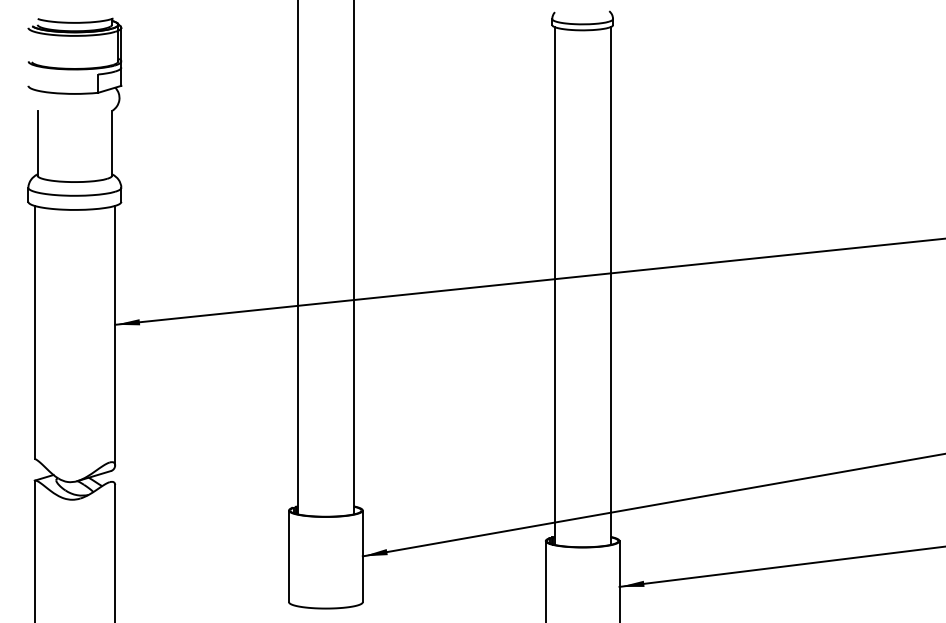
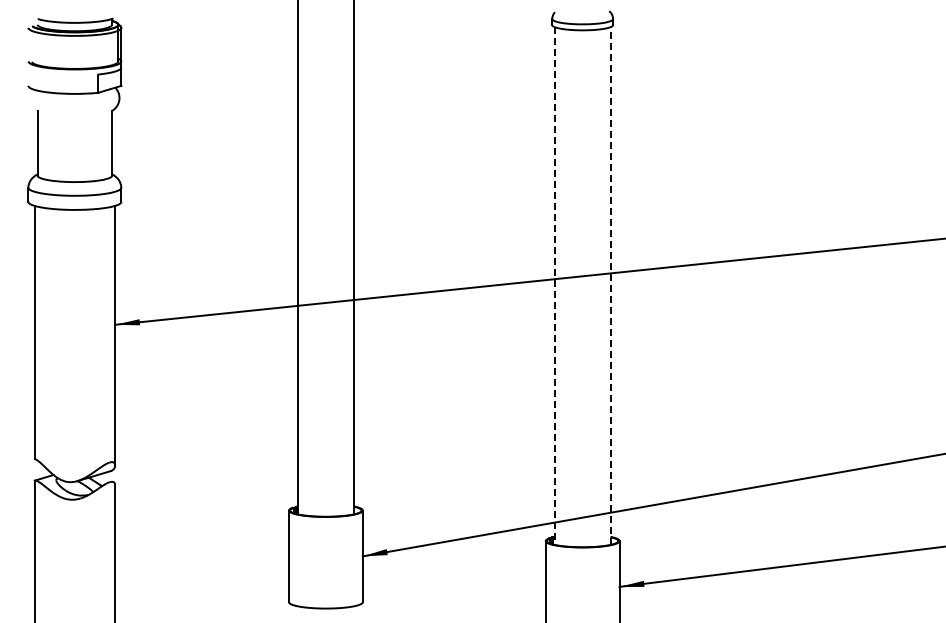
line at (554, 286): solid -> dashed
line at (610, 286): solid -> dashed
